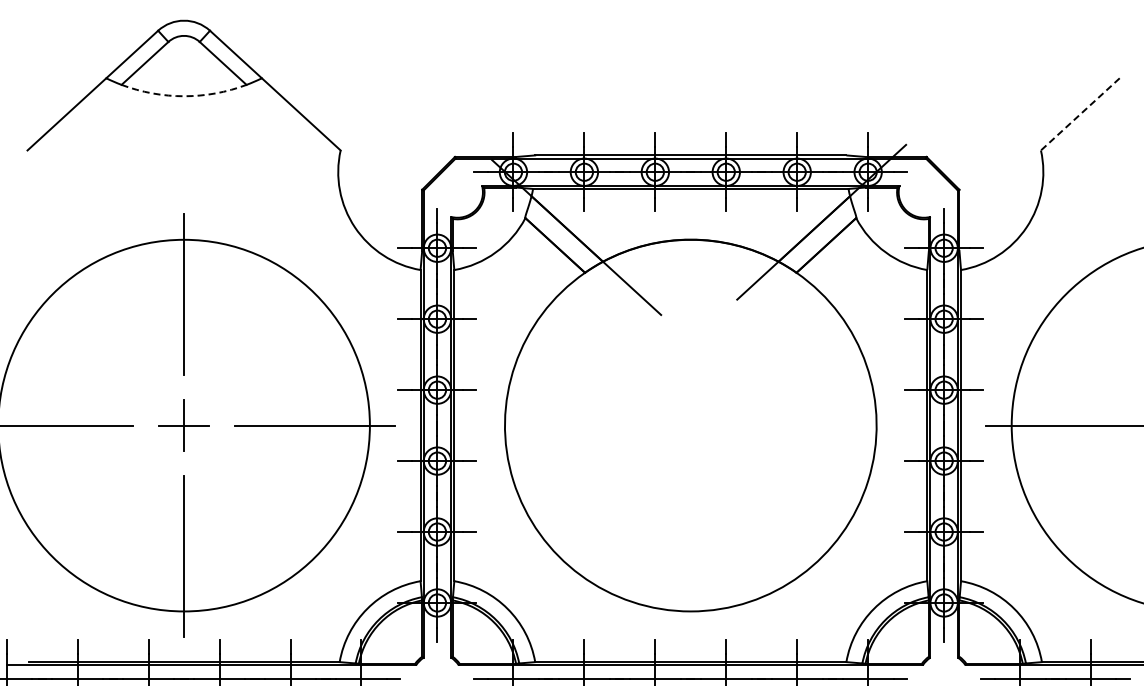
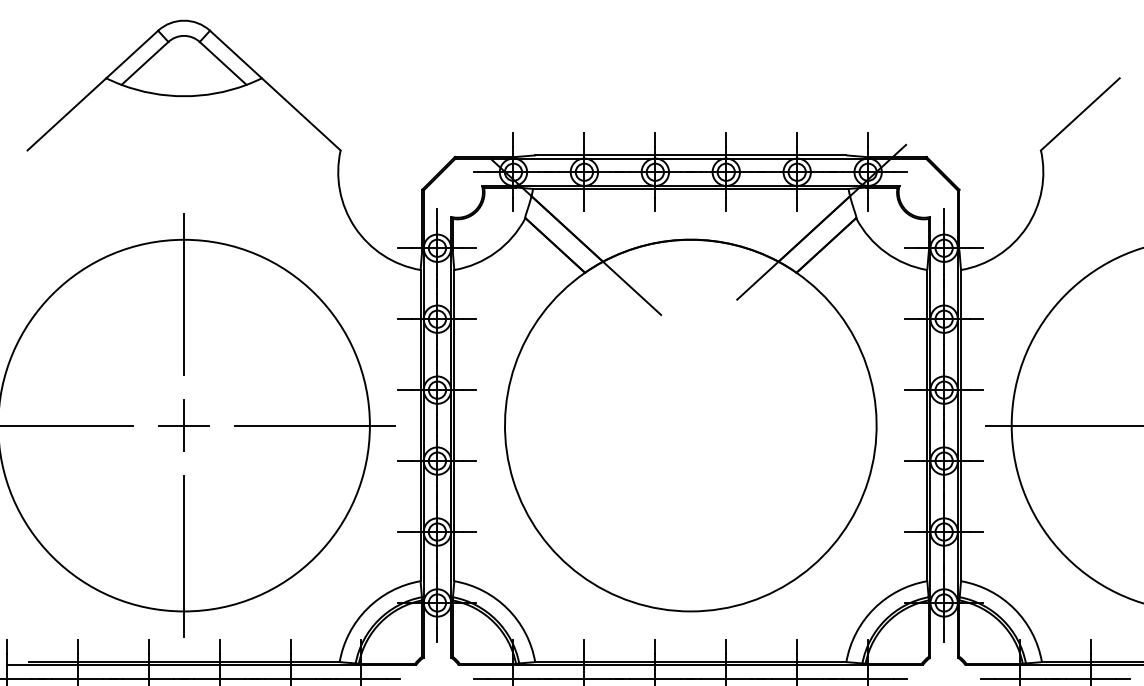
arc at (184, 96): dashed -> solid
line at (1079, 114): dashed -> solid
